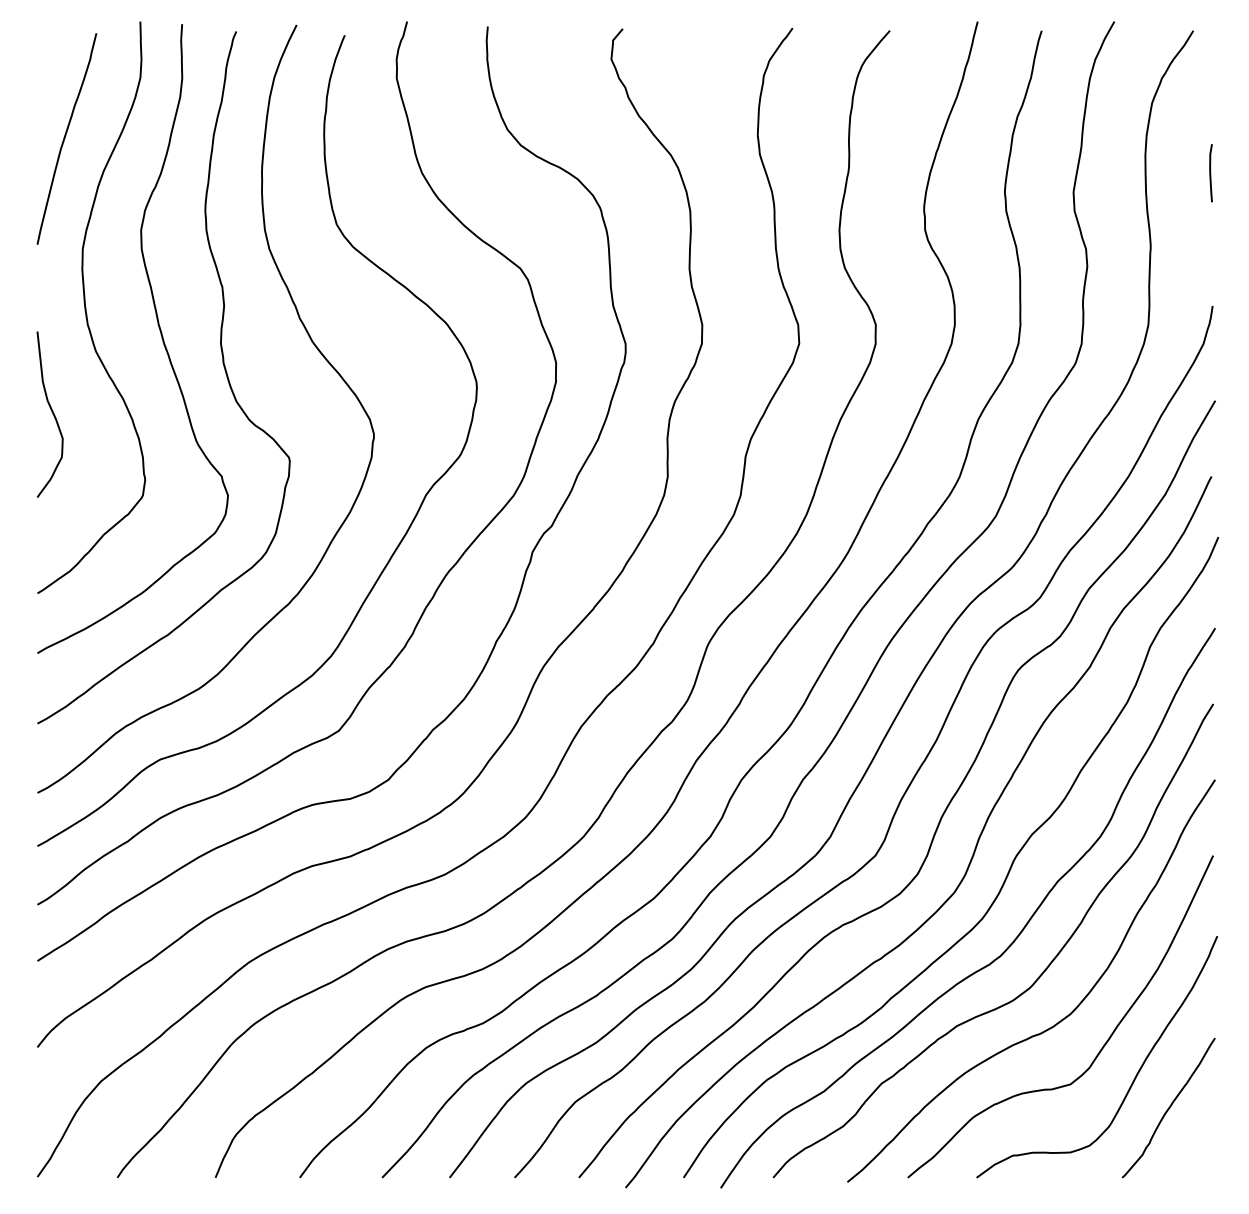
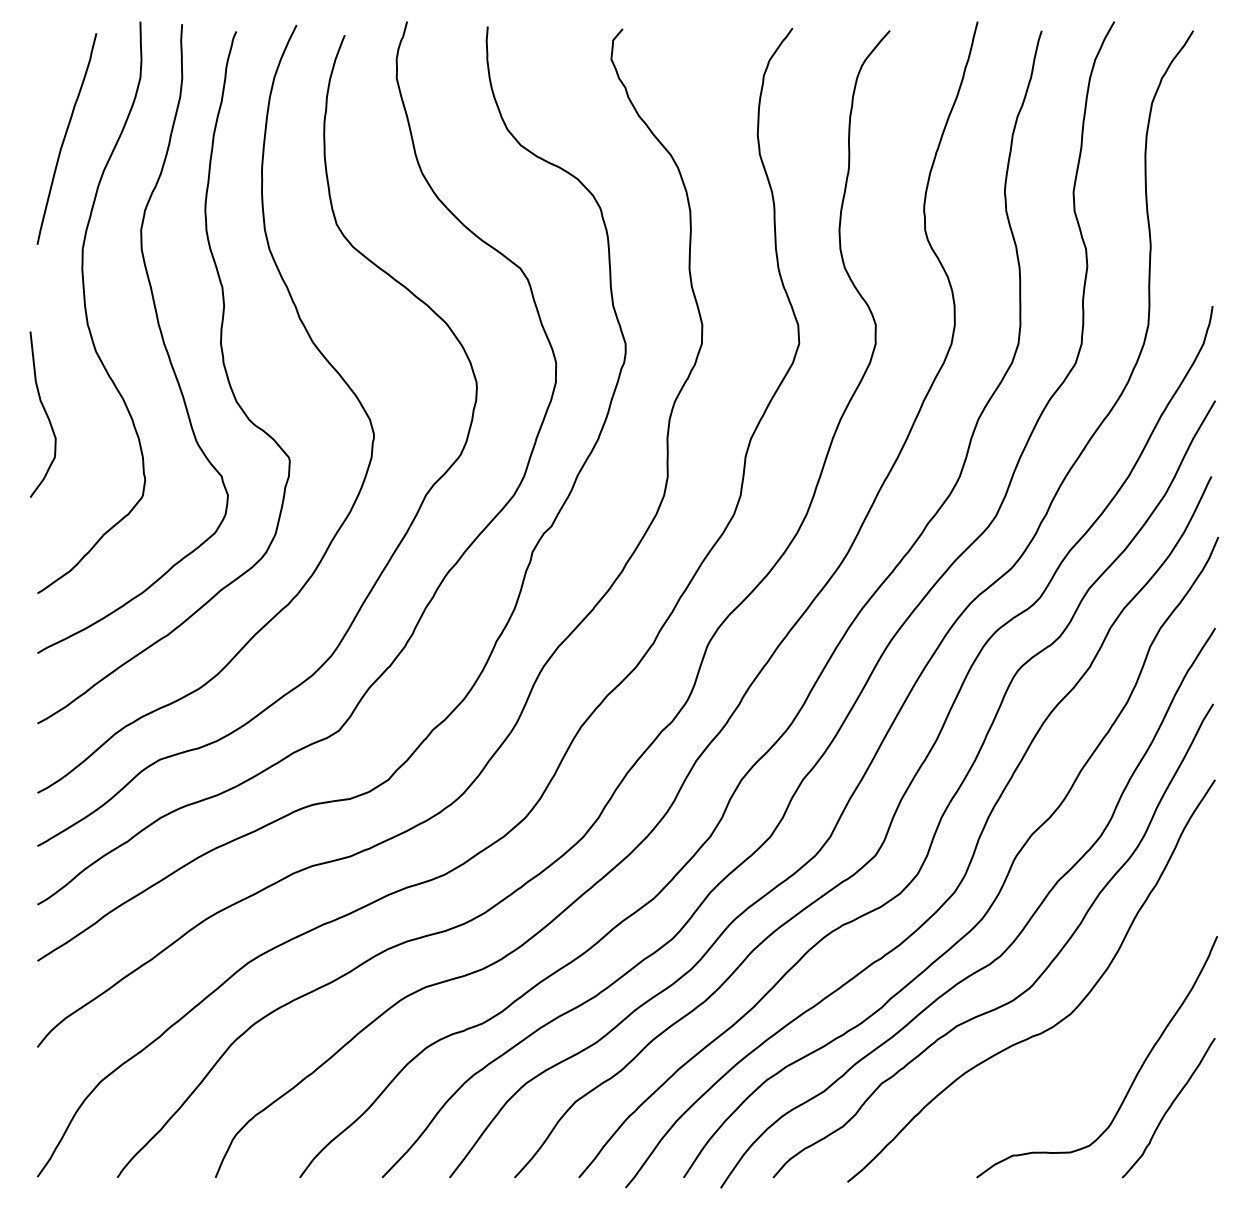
line at (1210, 173): present -> none
curve at (51, 412) position: (51, 412) -> (44, 412)
curve at (1101, 1047): present -> none
